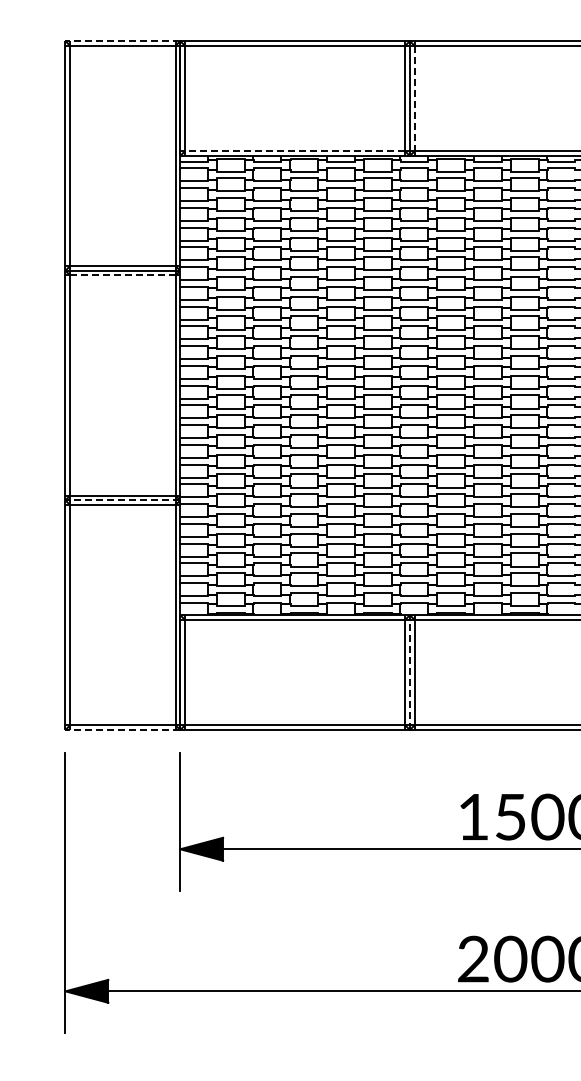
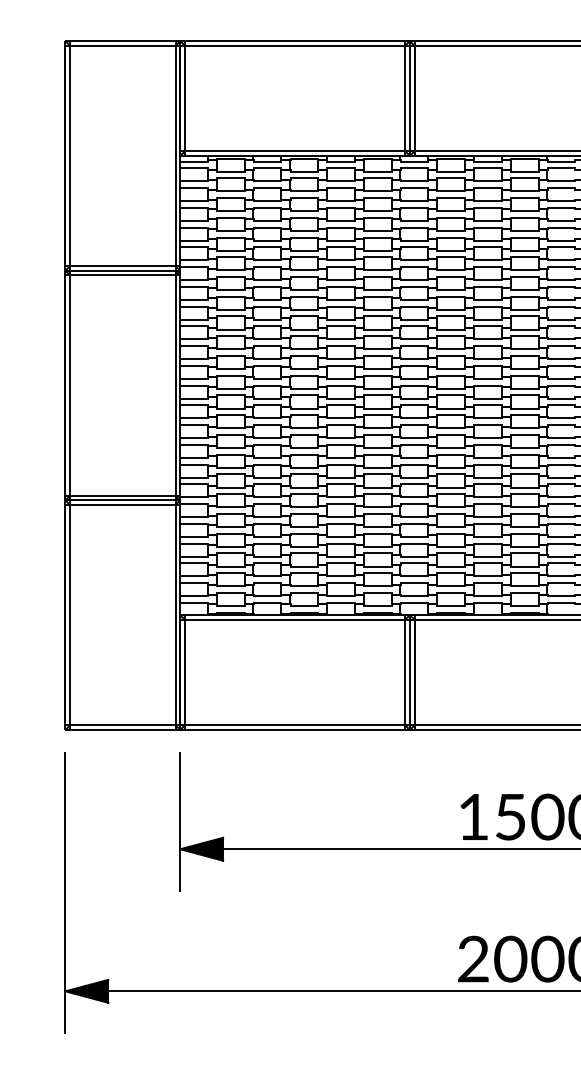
line at (122, 41): dashed -> solid
line at (414, 98): dashed -> solid
line at (294, 151): dashed -> solid
line at (122, 275): dashed -> solid
line at (122, 500): dashed -> solid
line at (409, 672): dashed -> solid
line at (122, 730): dashed -> solid
